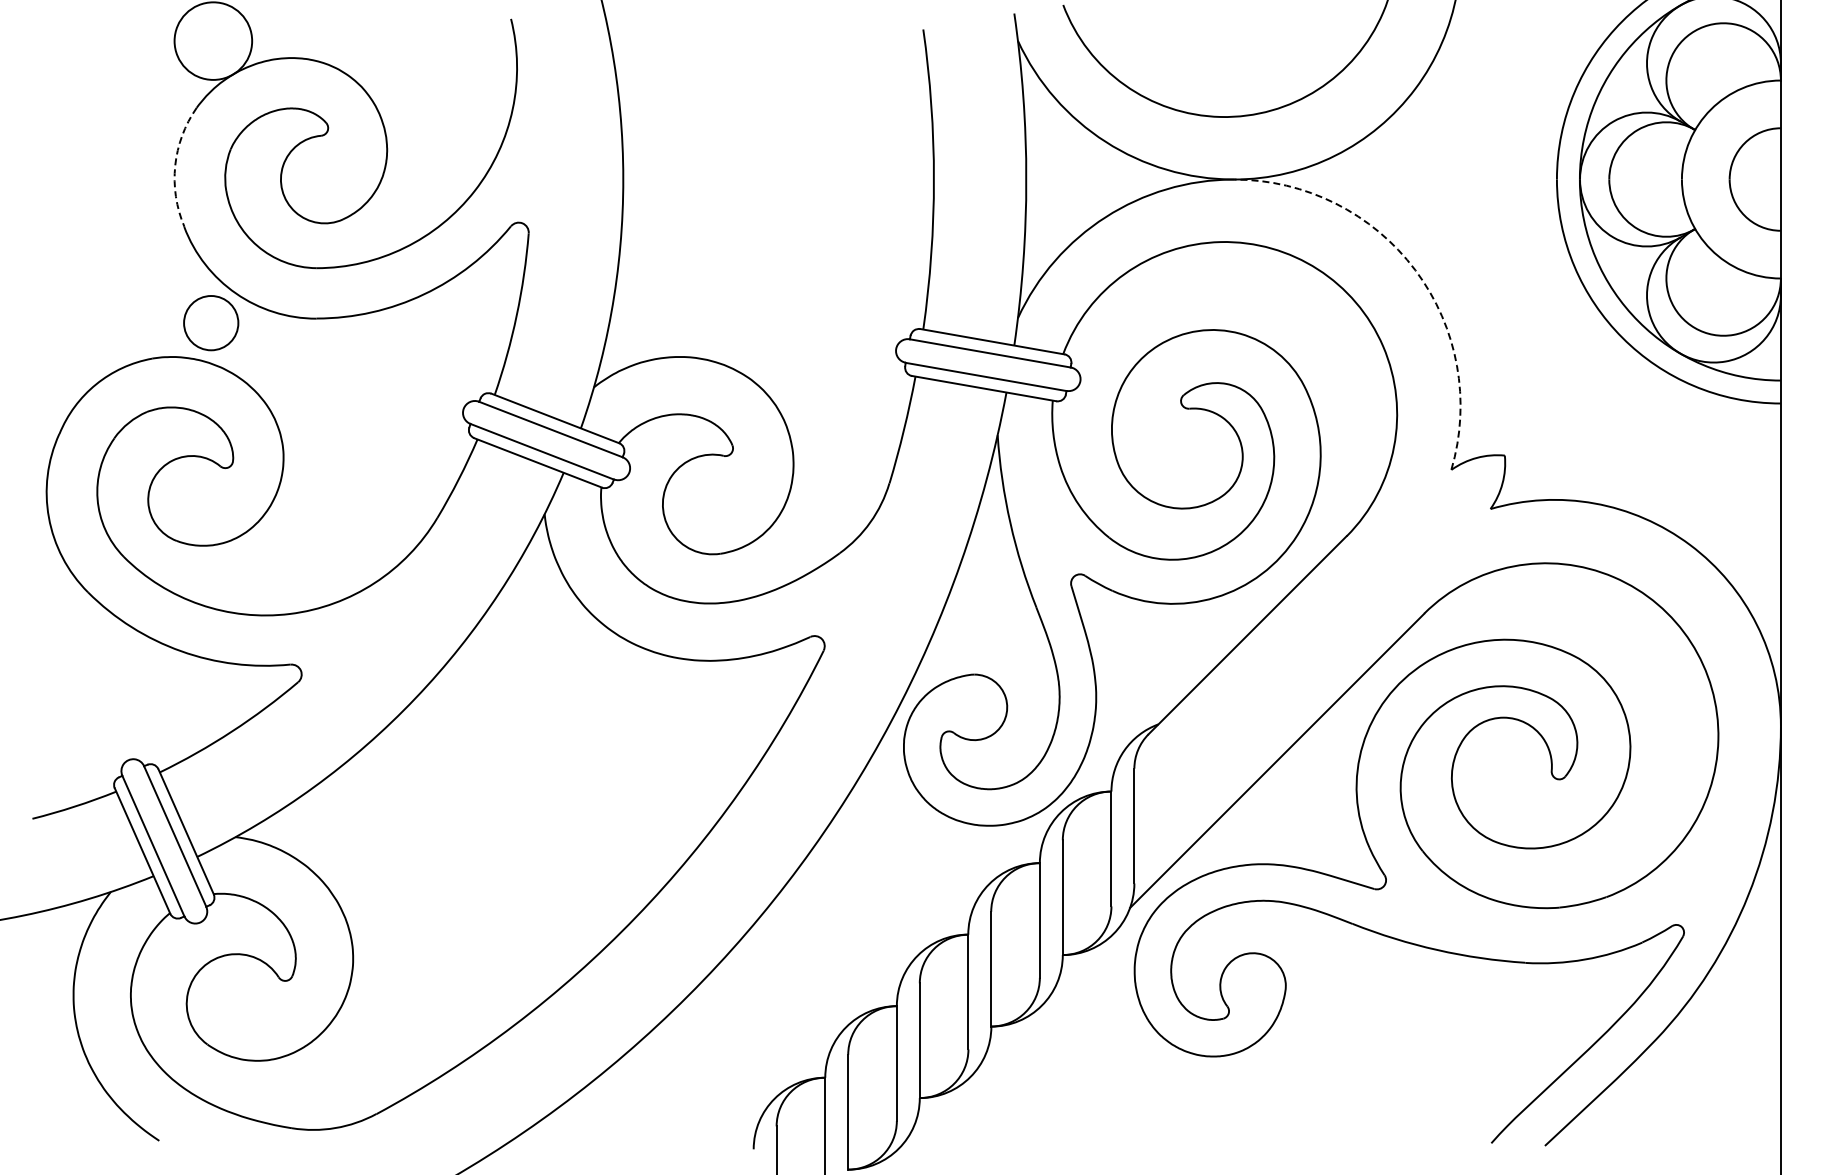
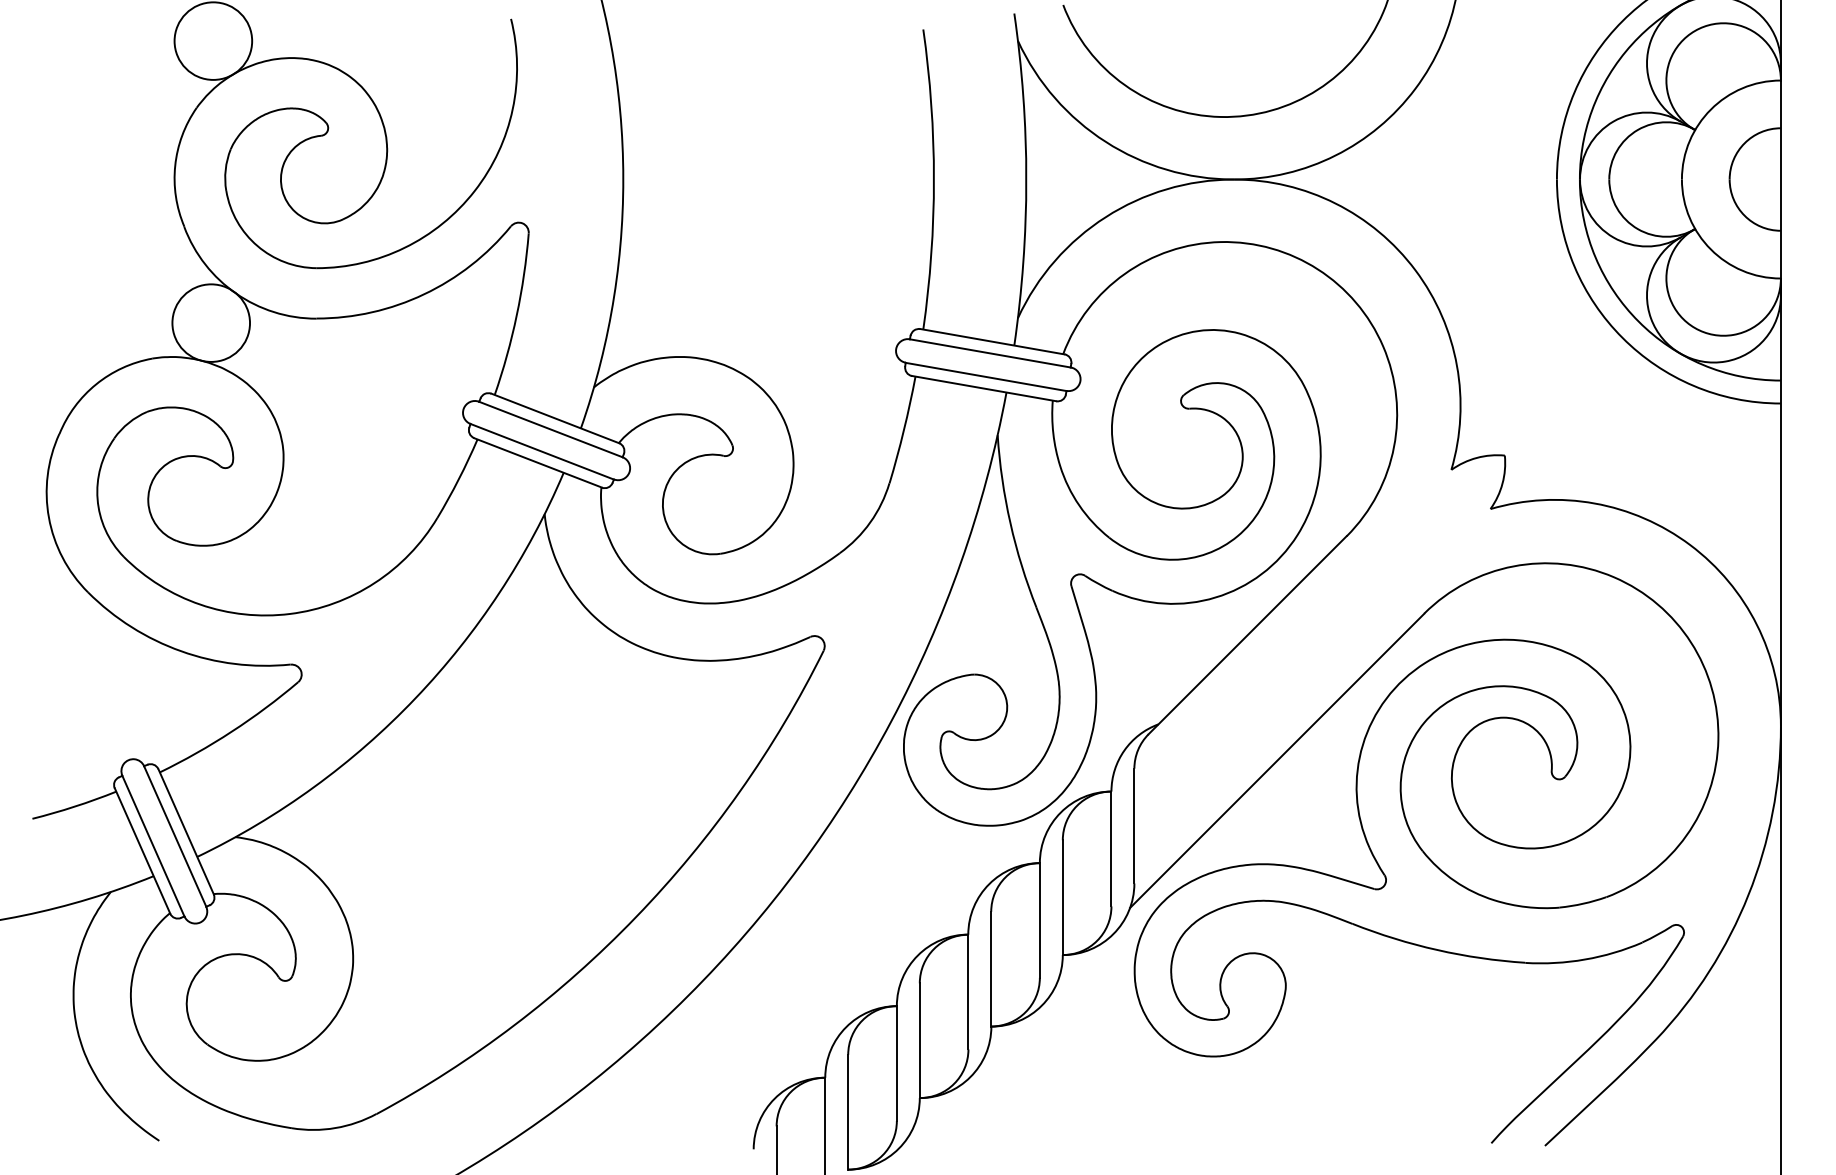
arc at (175, 165): dashed -> solid
arc at (1415, 270): dashed -> solid
circle at (211, 323) diameter: 54 px -> 78 px
